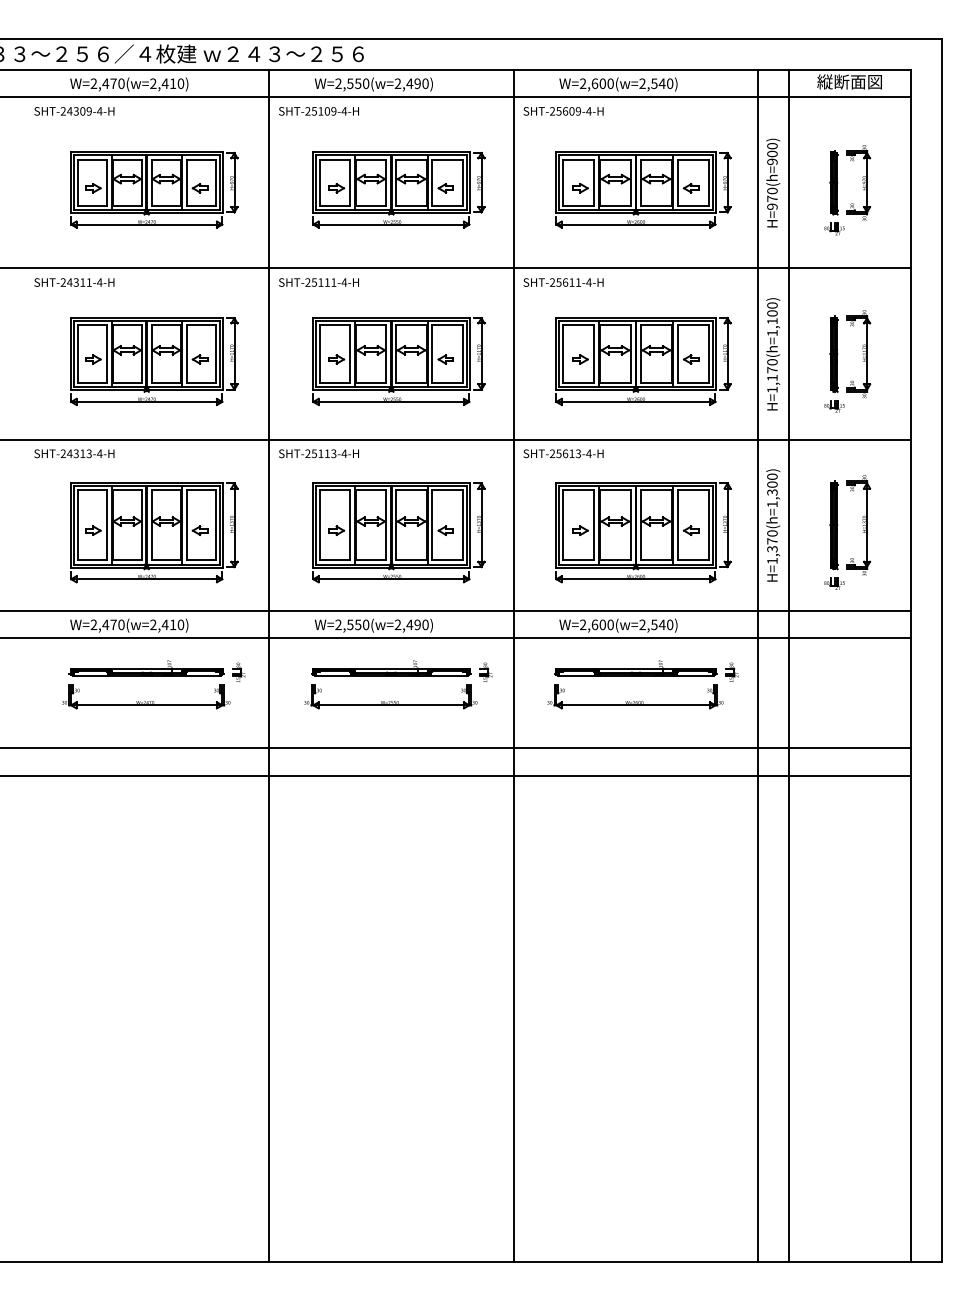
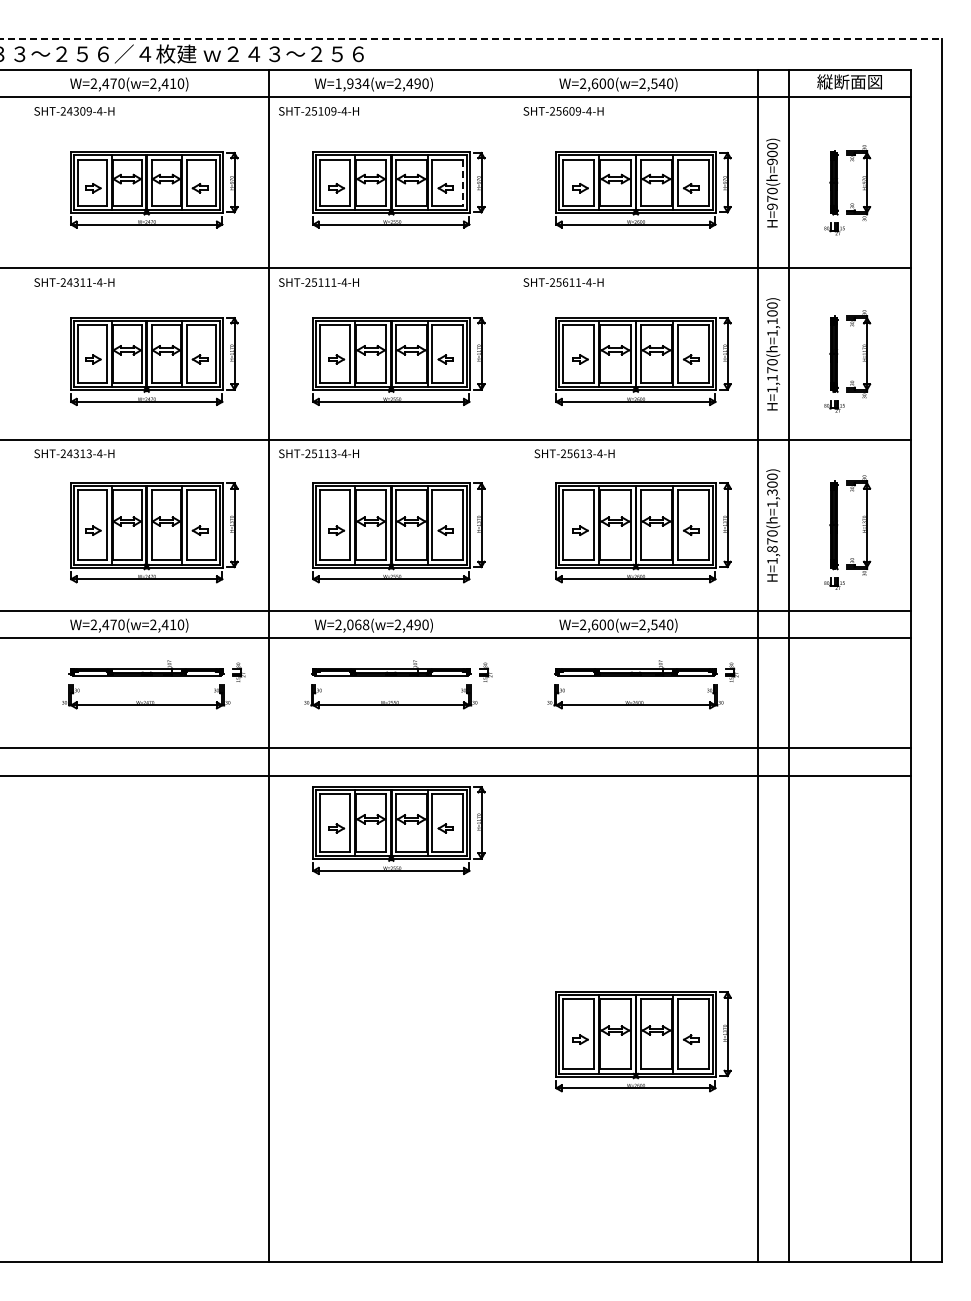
line at (471, 39): solid -> dashed
text at (352, 83): W=2,550(w=2,490) -> W=1,934(w=2,490)
line at (462, 183): solid -> dashed
text at (563, 453) position: (563, 453) -> (574, 453)
text at (772, 549): H=1,370(h=1,300) -> H=1,870(h=1,300)
text at (358, 624): W=2,550(w=2,490) -> W=2,068(w=2,490)
line at (513, 665): present -> none
part at (398, 830): none -> present
part at (643, 1041): none -> present
